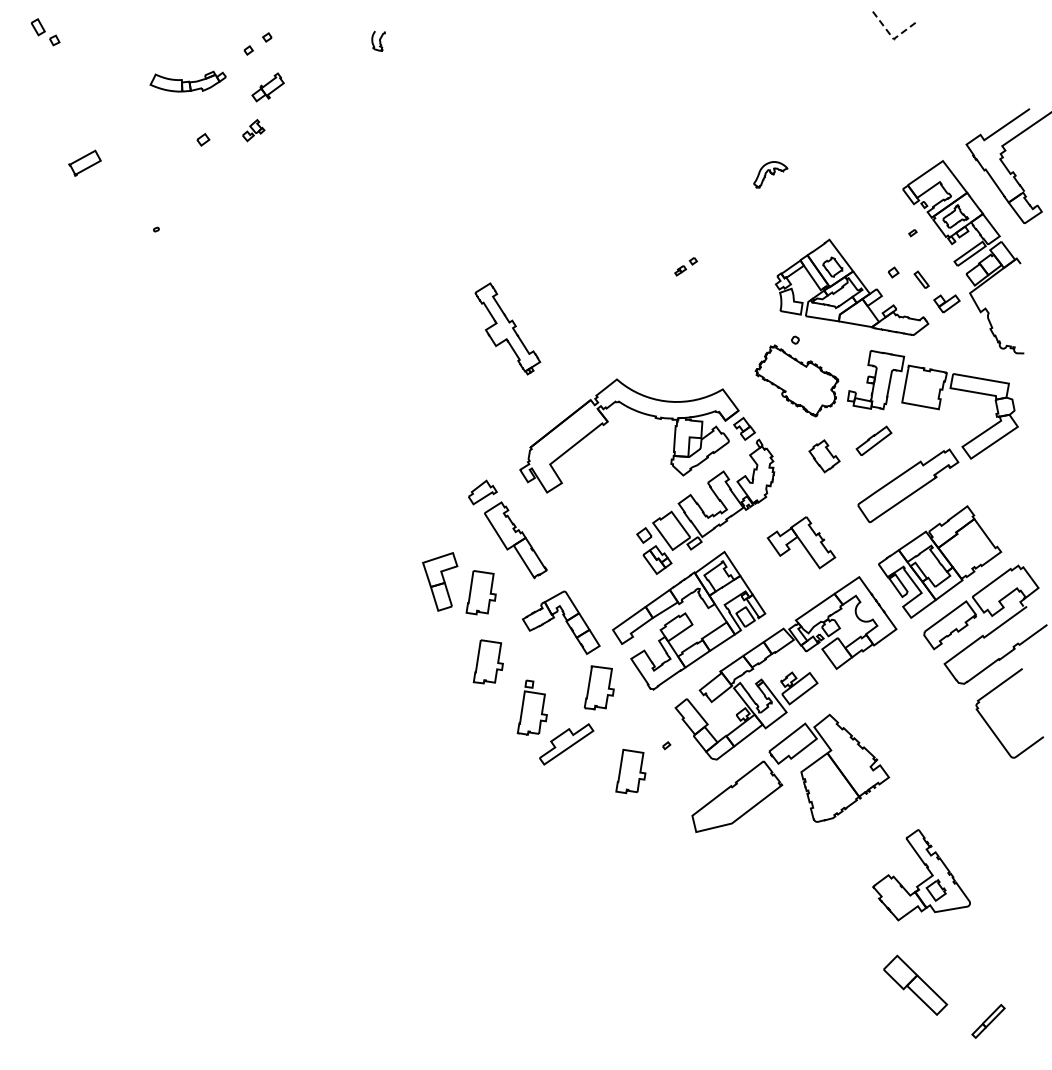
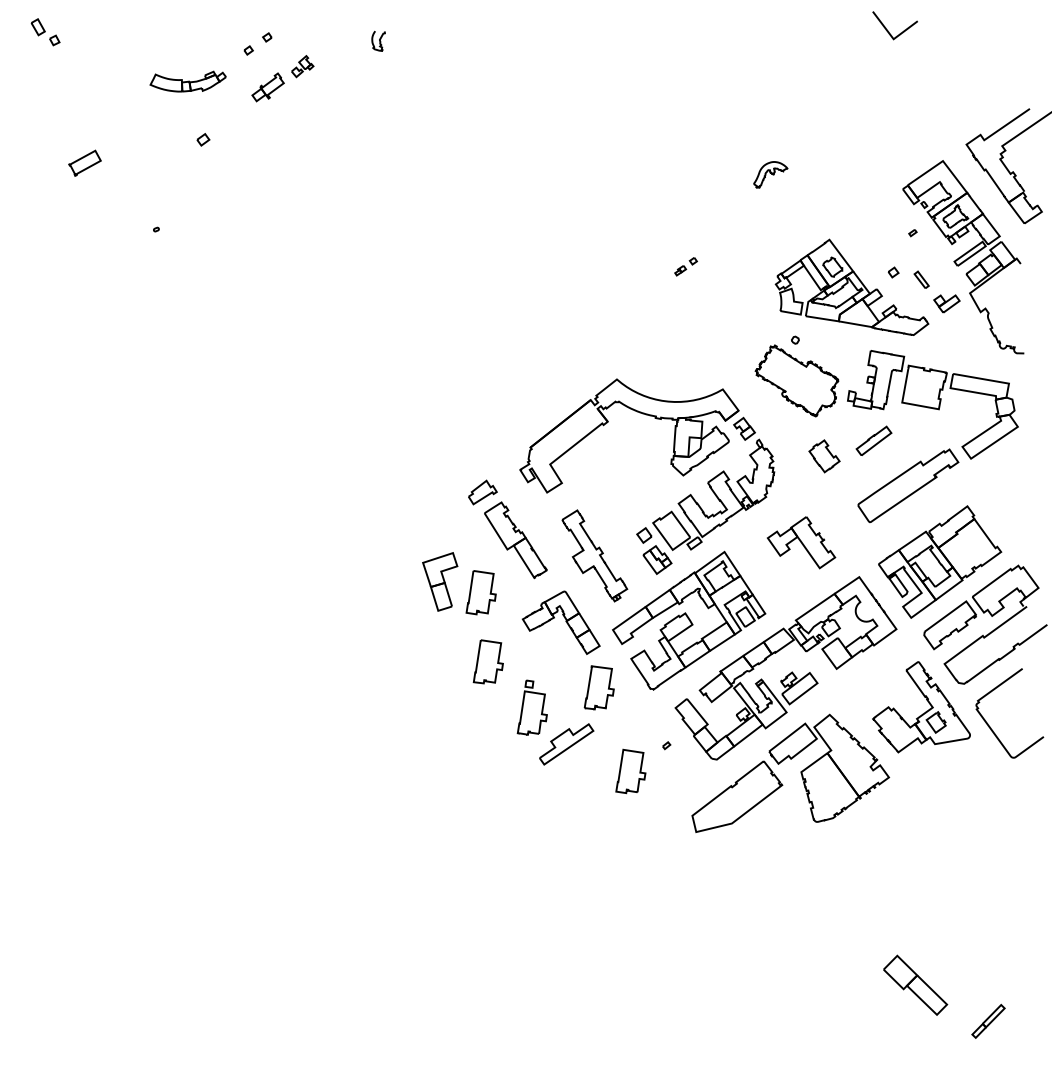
line at (893, 38): dashed -> solid
part at (253, 130) position: (253, 130) -> (302, 66)
part at (507, 328) position: (507, 328) -> (594, 555)
part at (921, 875) position: (921, 875) -> (921, 707)
